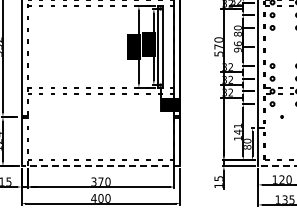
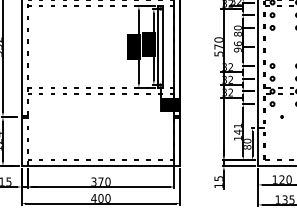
line at (100, 166): dashed -> solid
line at (277, 166): dashed -> solid
